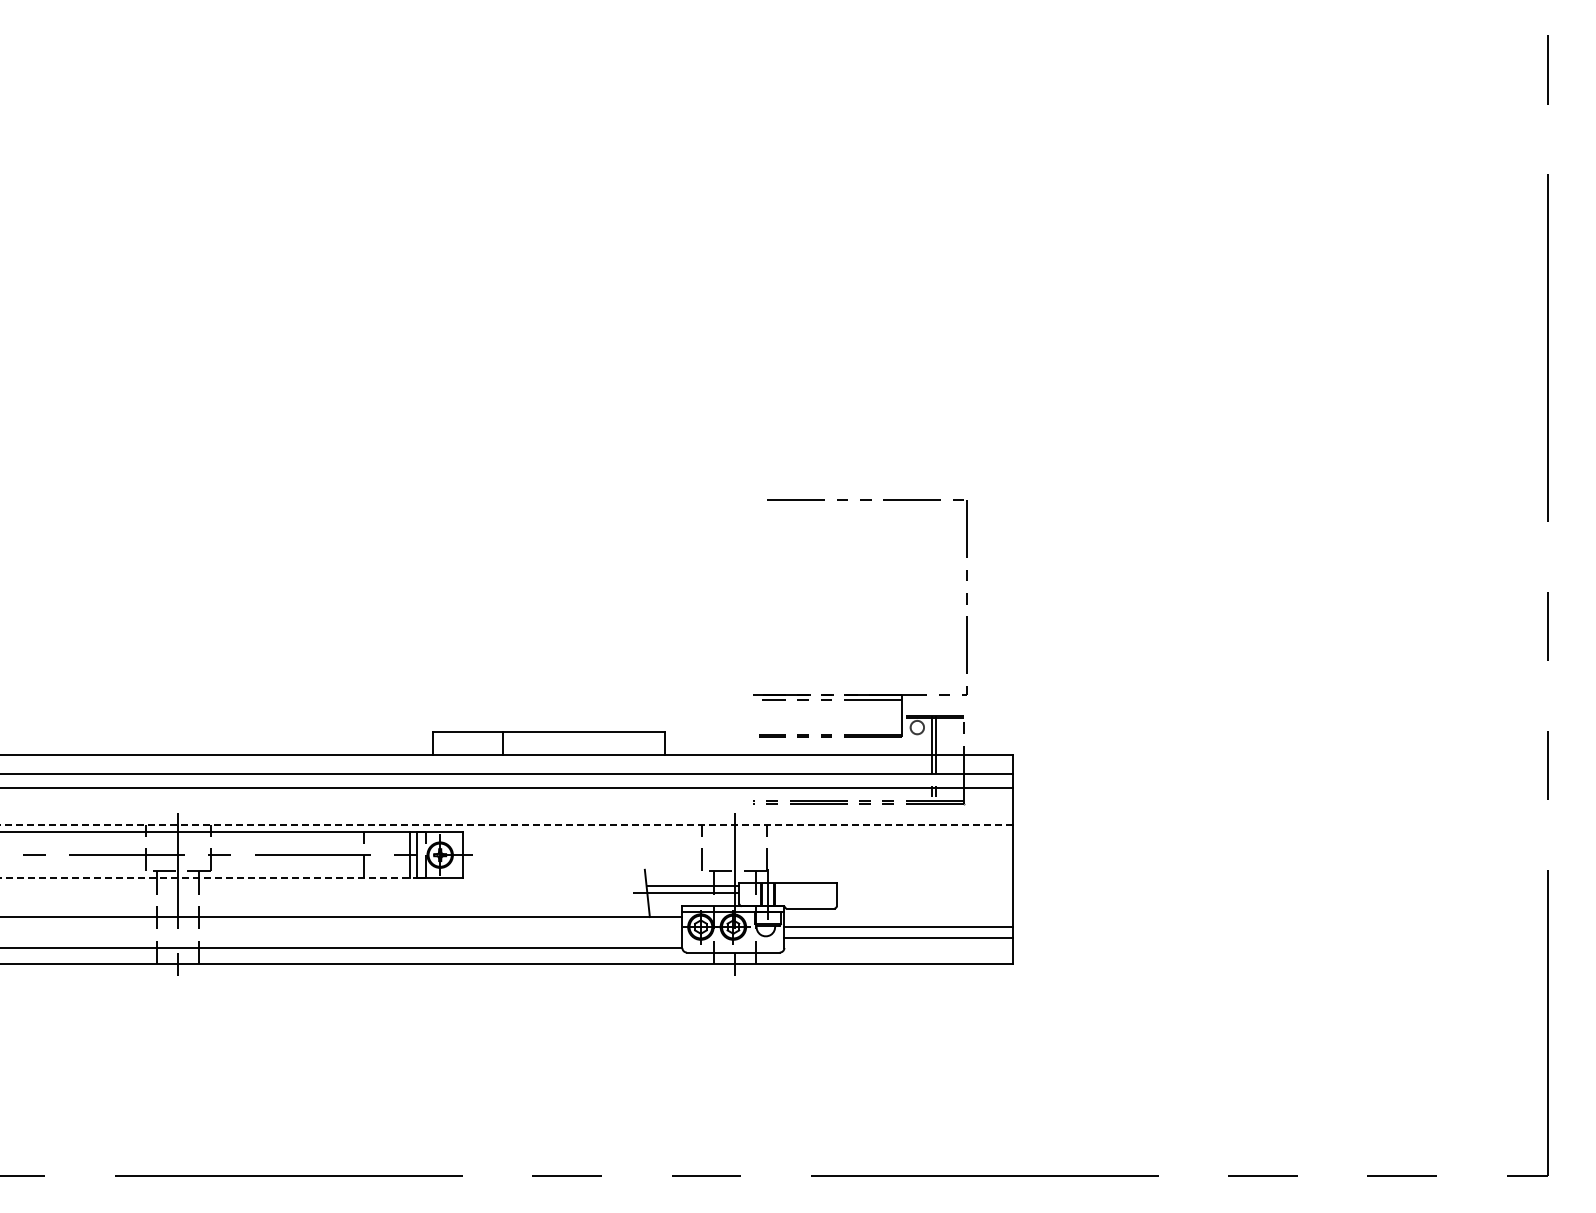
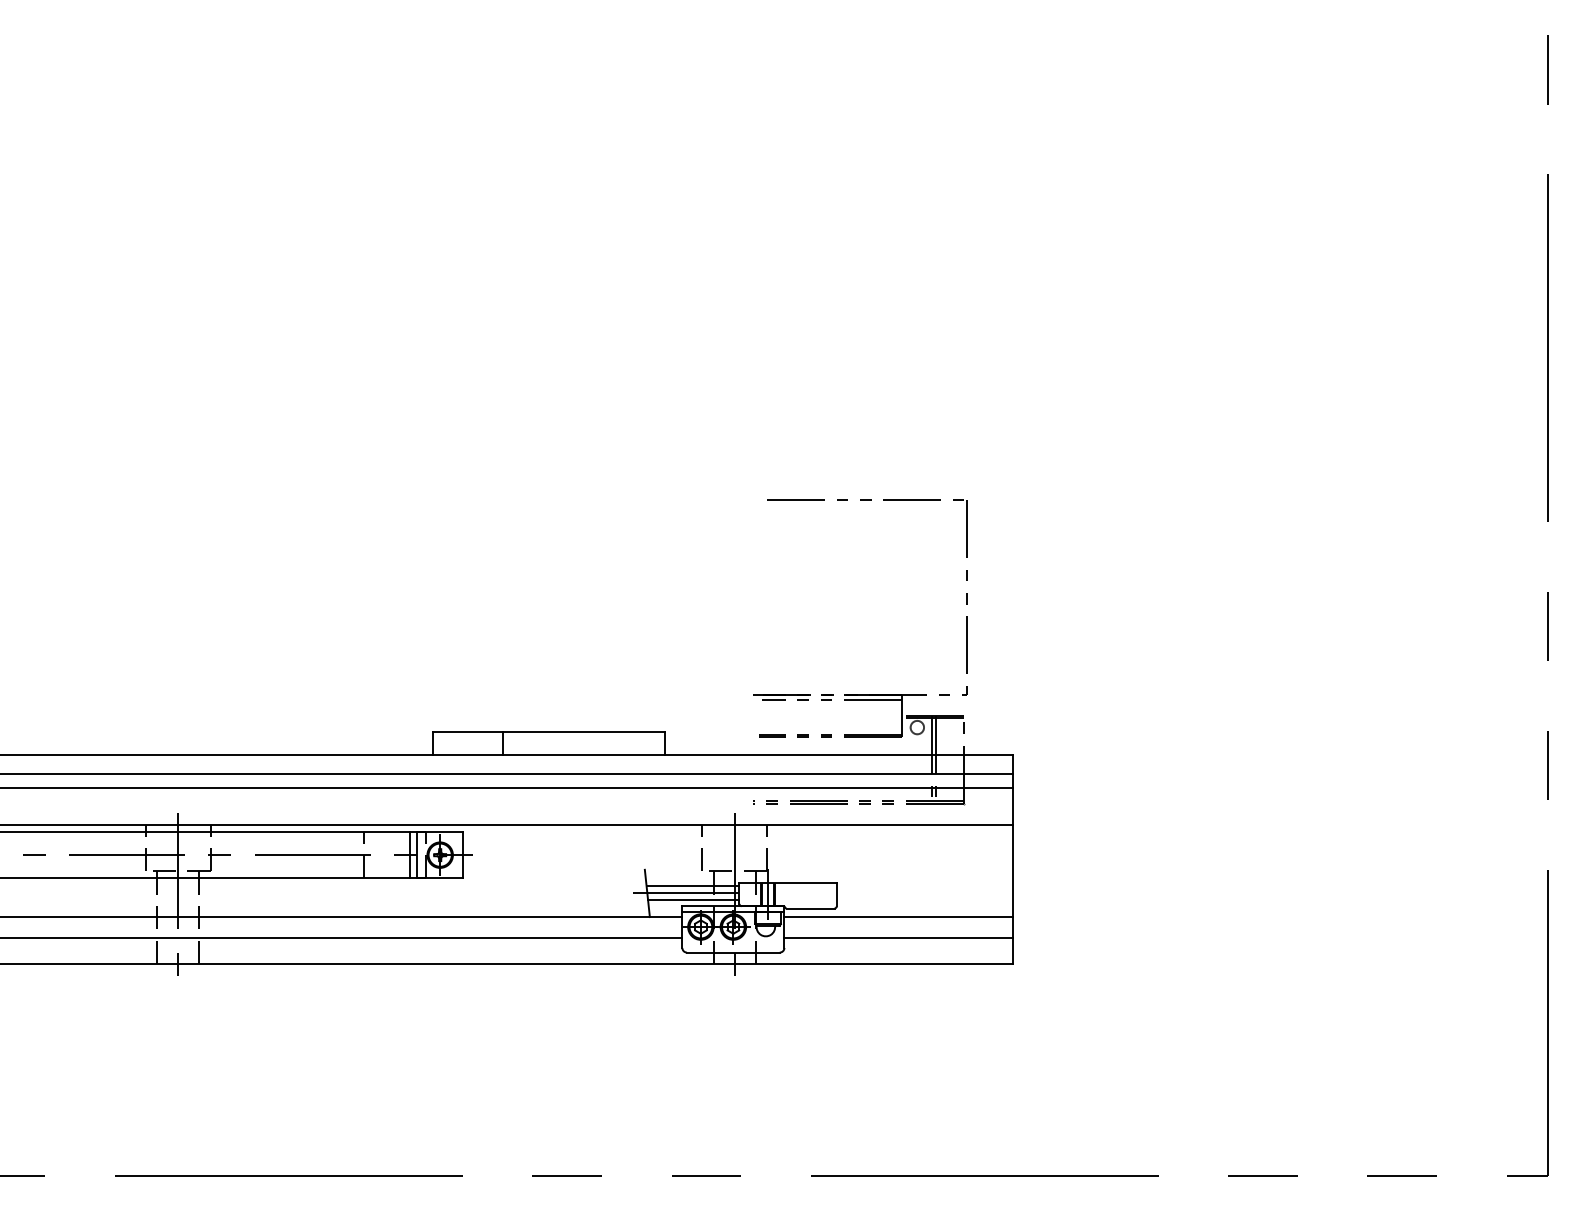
line at (506, 825): dashed -> solid
line at (209, 878): dashed -> solid
line at (693, 900): none -> present
line at (898, 926) position: (898, 926) -> (898, 916)
line at (342, 947) position: (342, 947) -> (342, 937)
